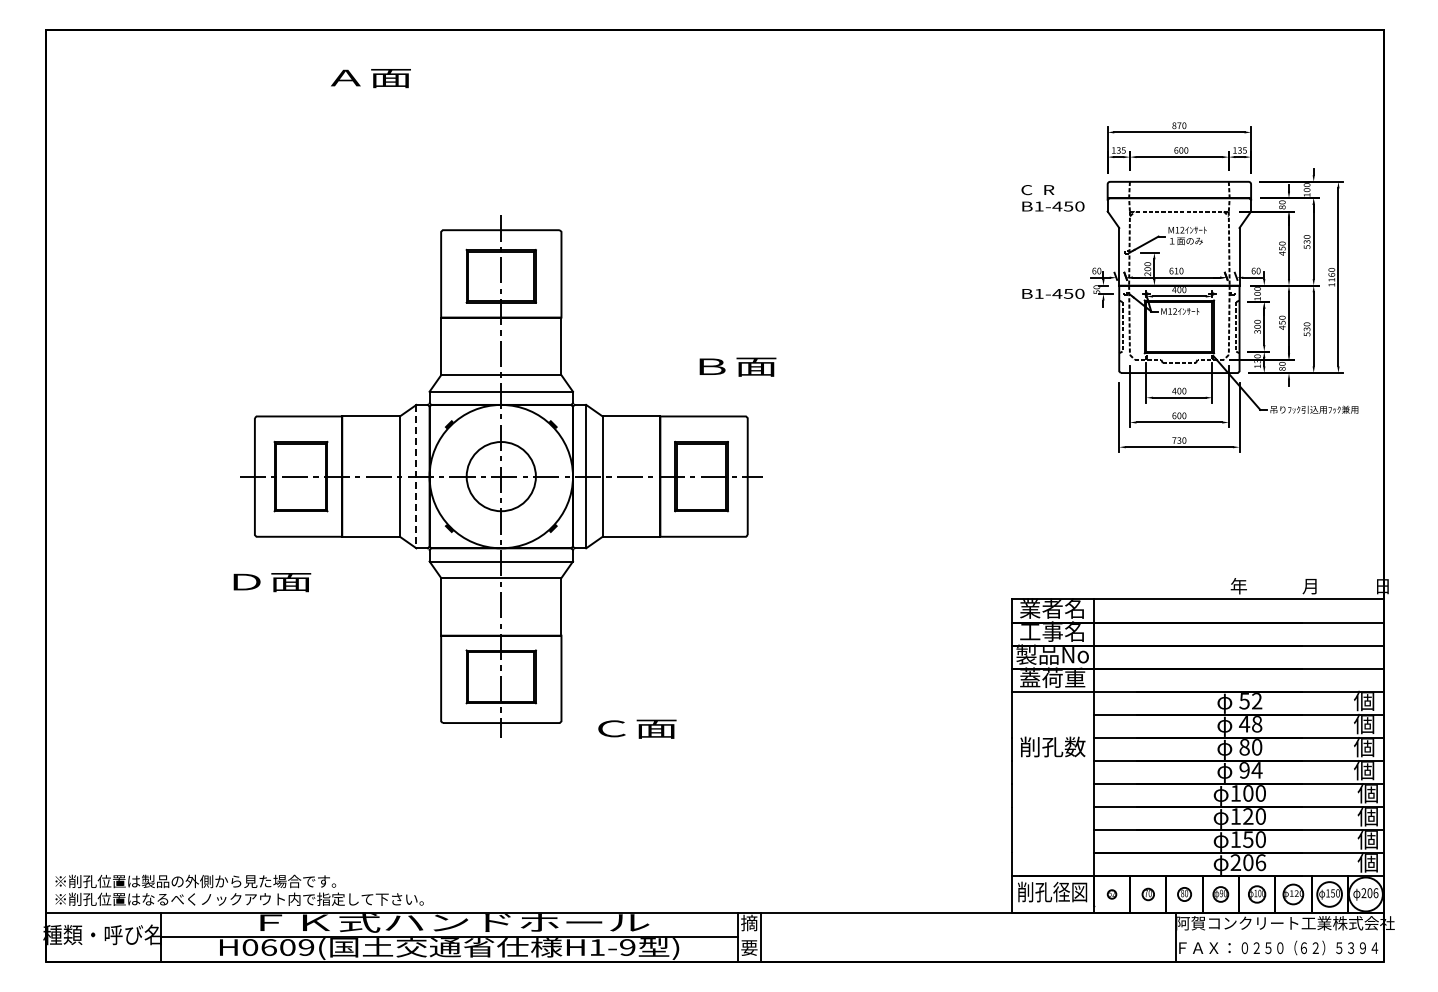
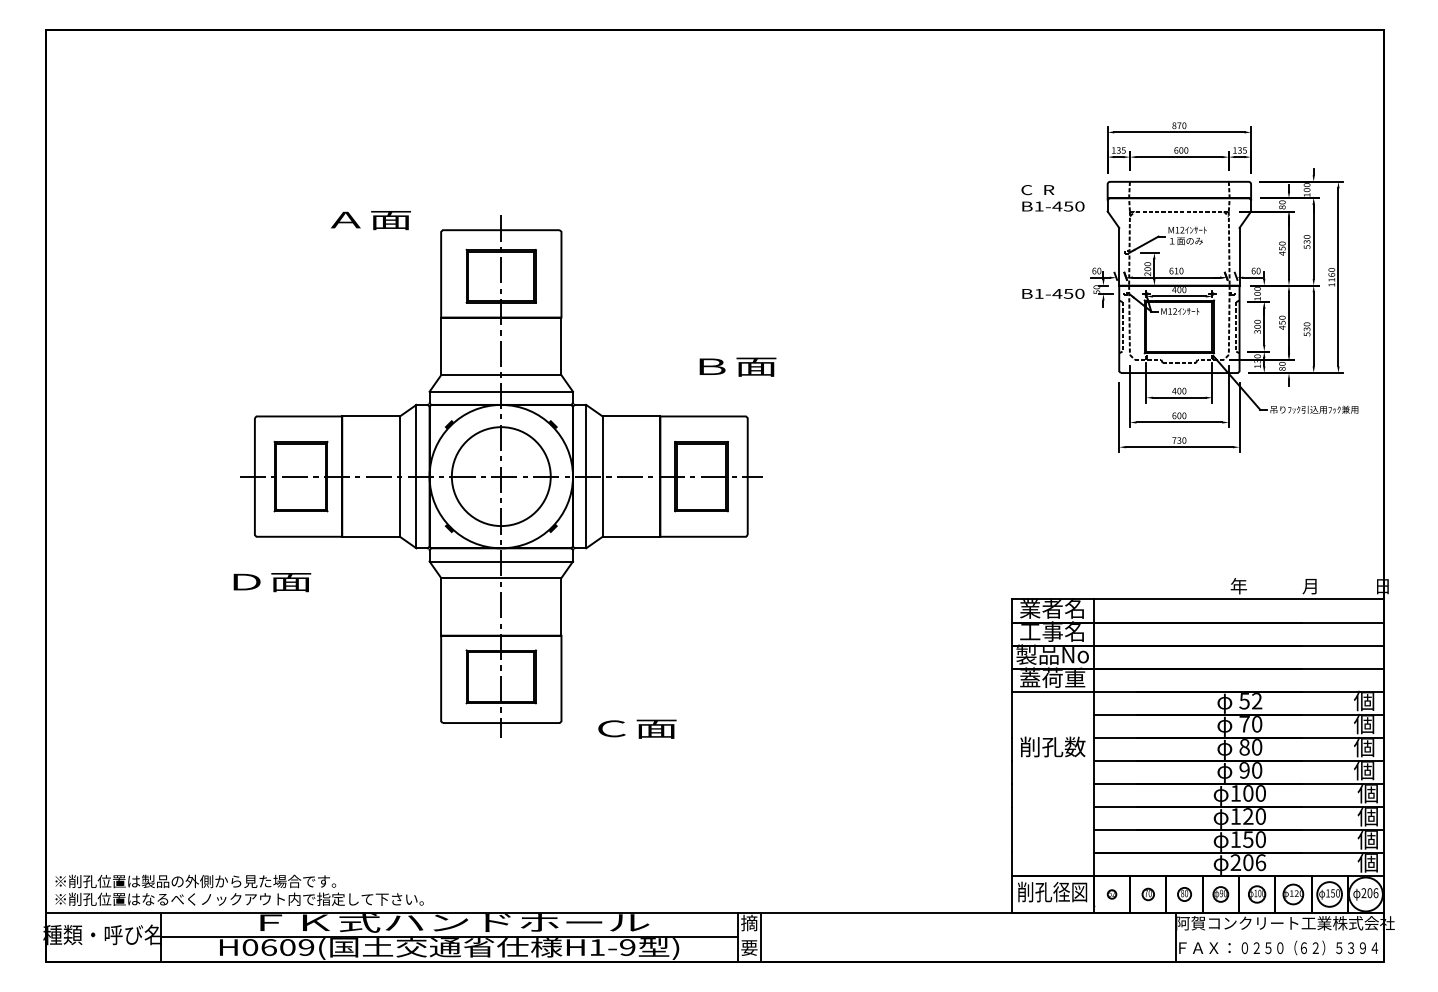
text at (370, 78) position: (370, 78) -> (370, 220)
line at (416, 476): dashed -> solid
circle at (500, 476) diameter: 69 px -> 99 px
text at (1250, 724): 48 -> 70
text at (1256, 770): 94 -> 90
